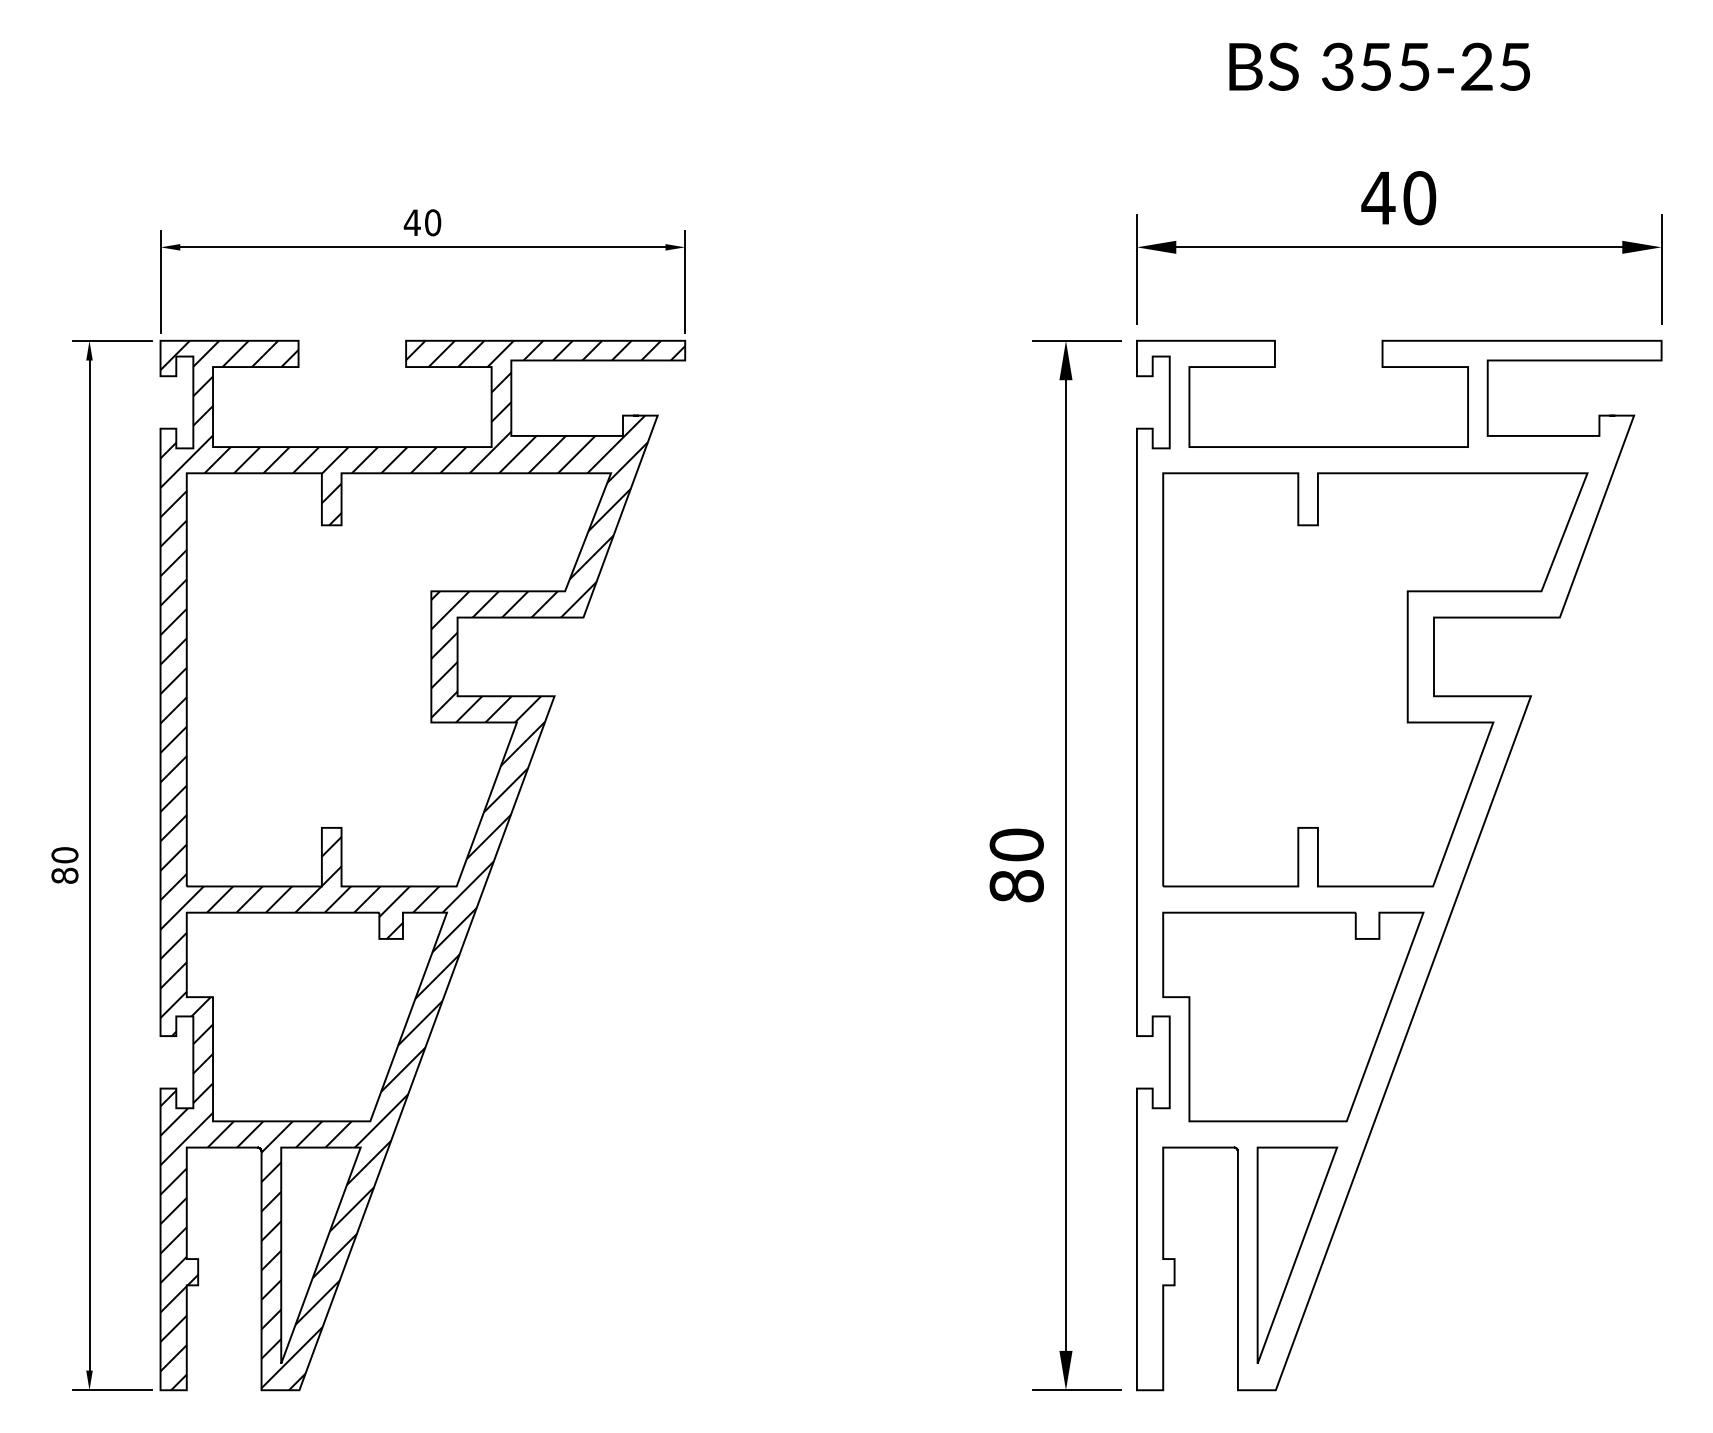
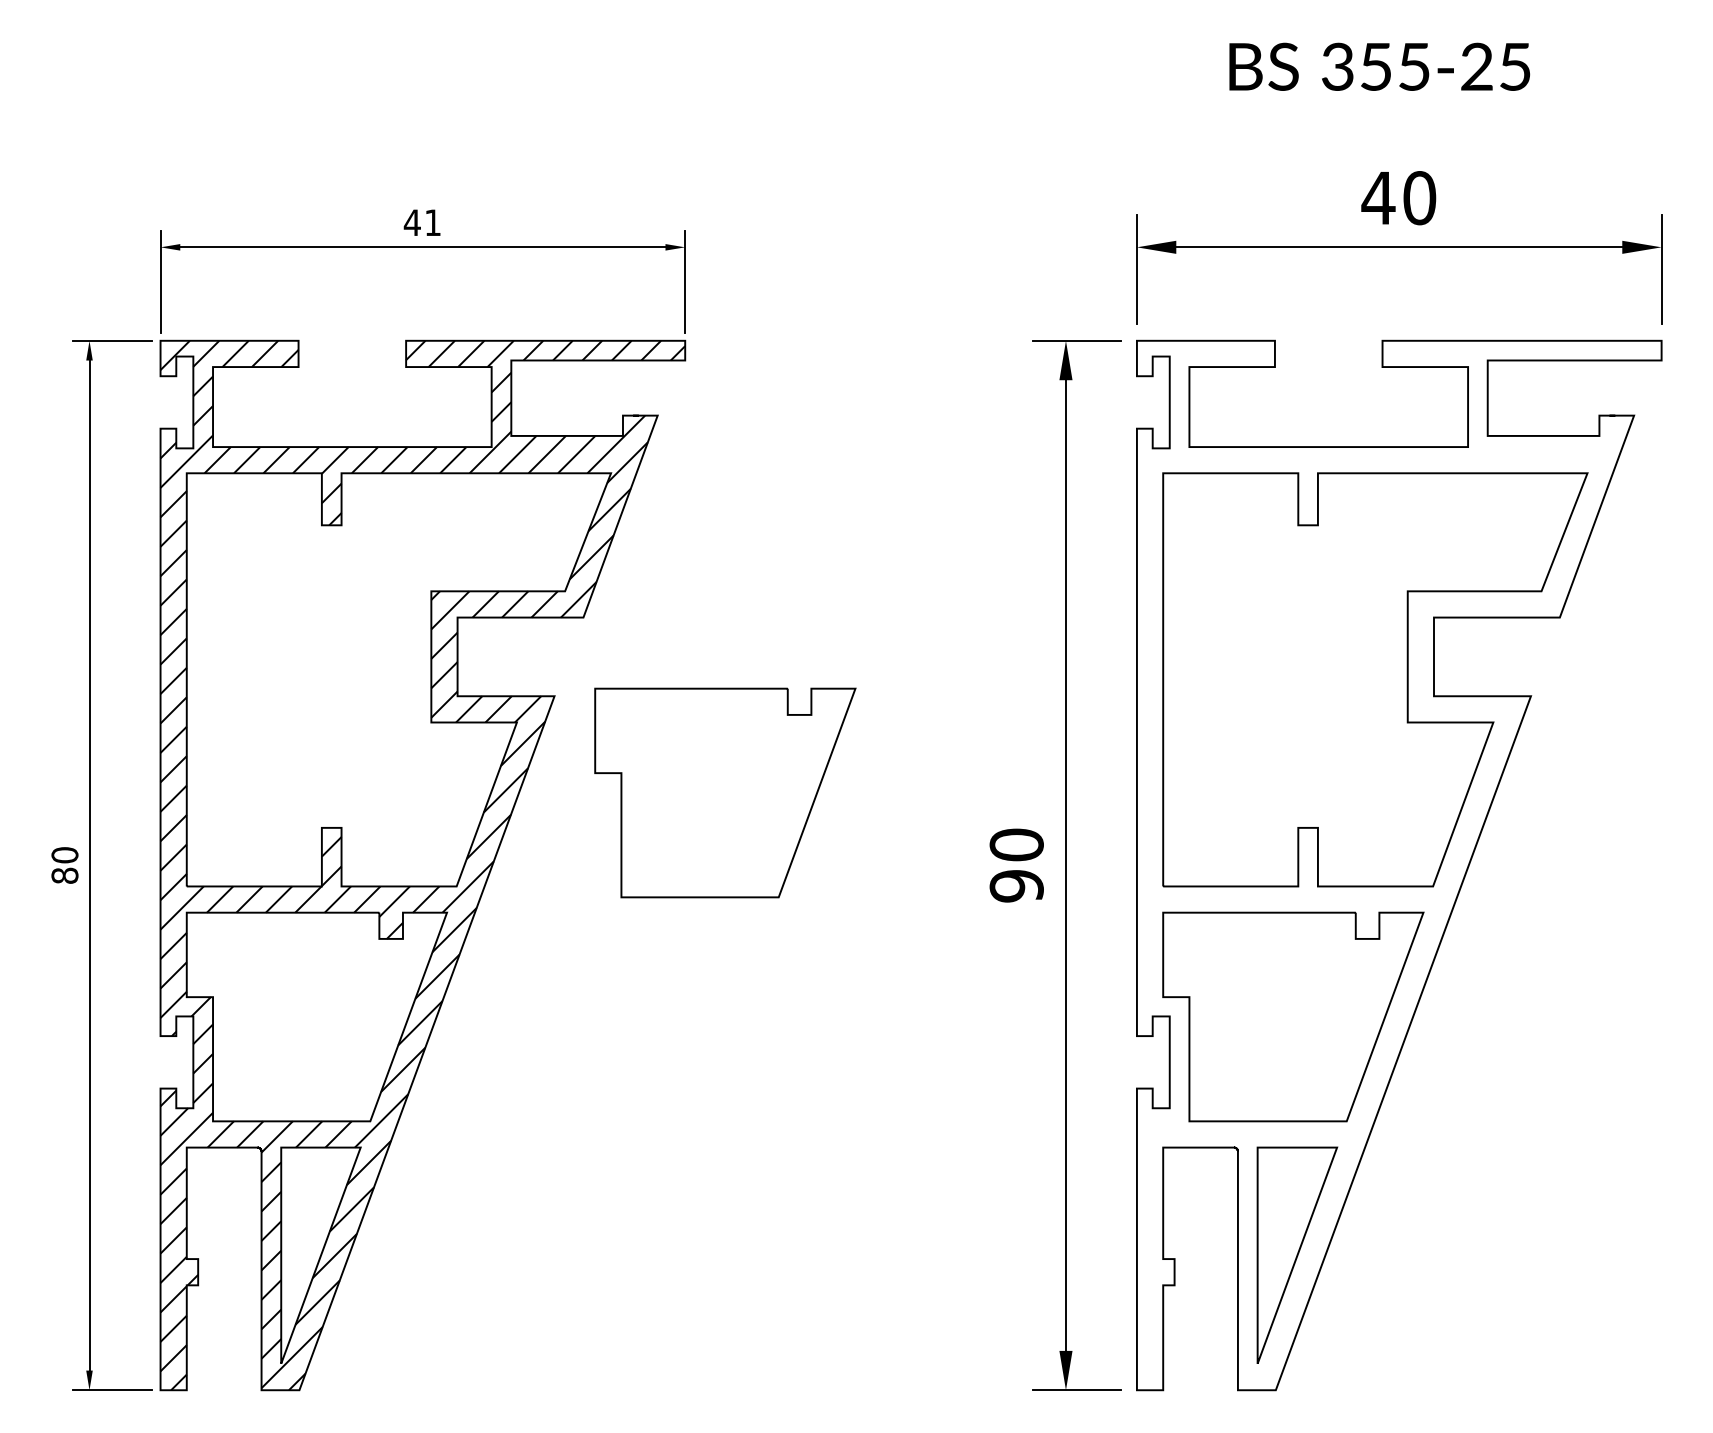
text at (433, 222): 40 -> 41
part at (725, 792): none -> present
text at (1016, 886): 80 -> 90
